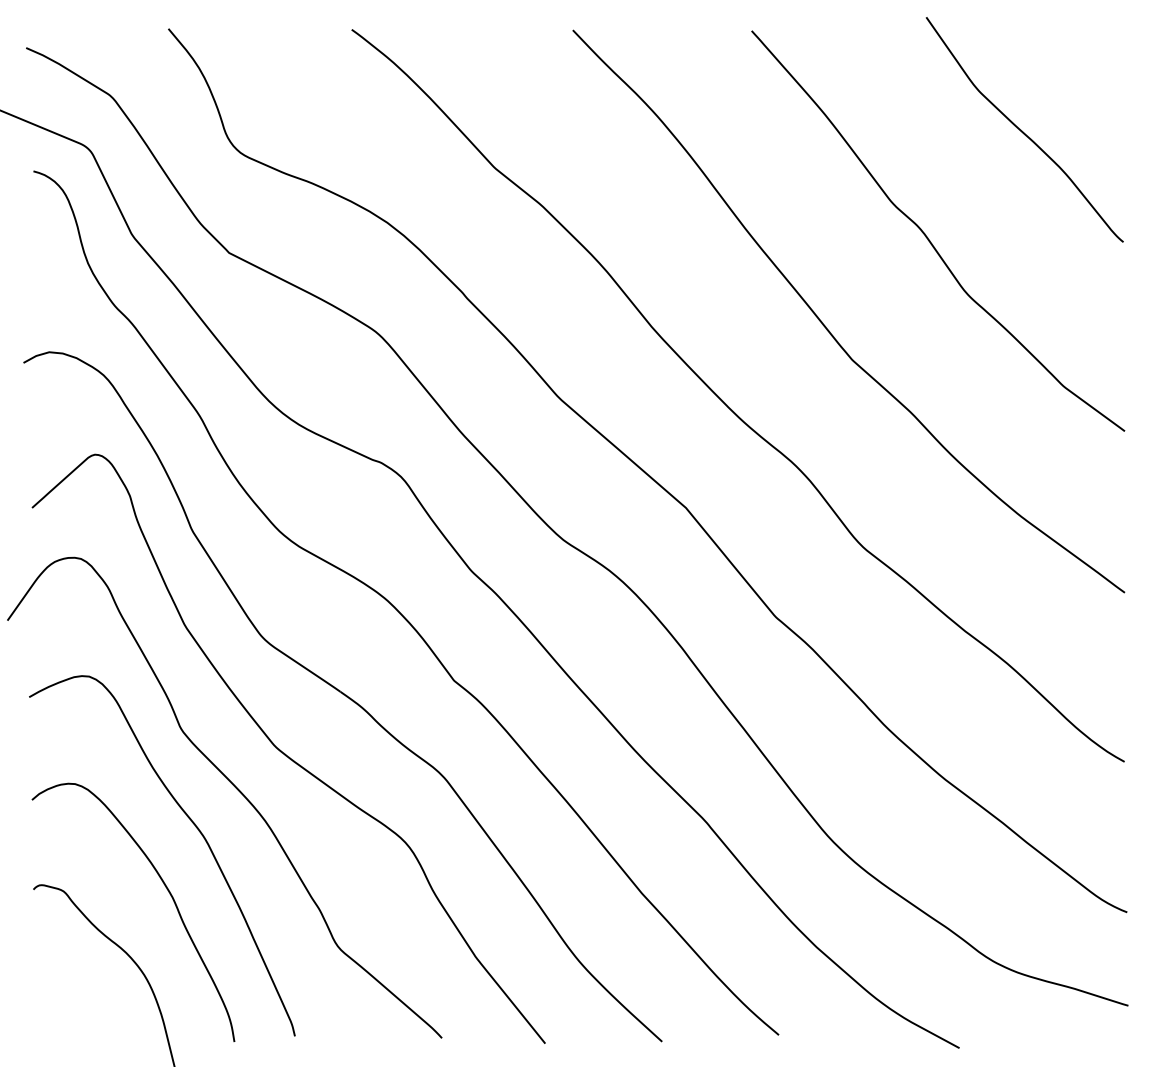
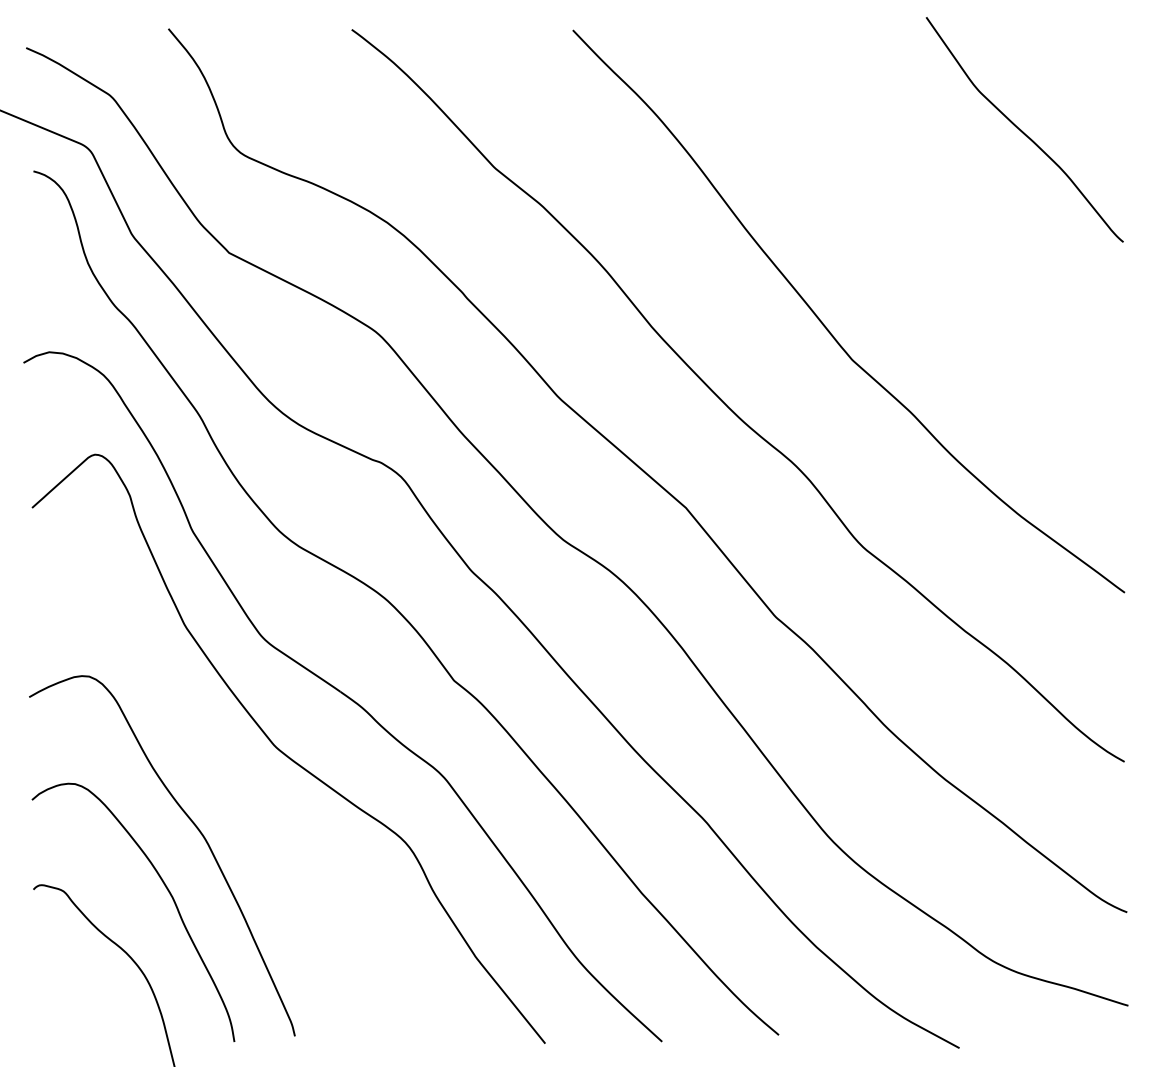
curve at (928, 237): present -> none
curve at (234, 787): present -> none
